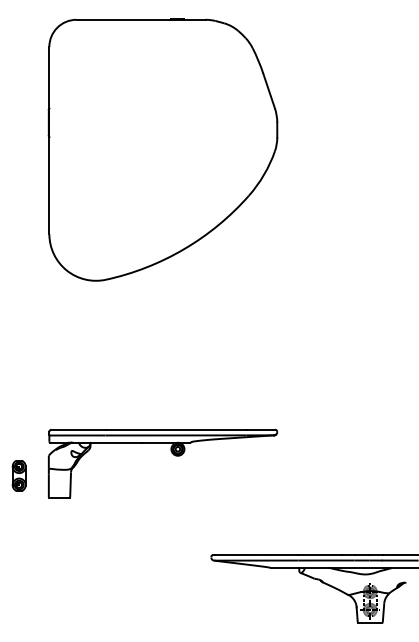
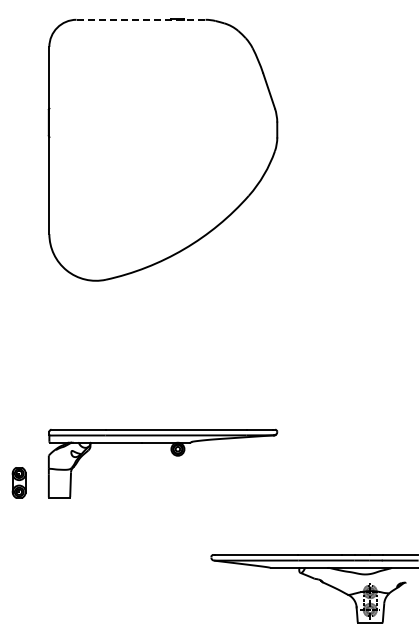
line at (141, 19): solid -> dashed
part at (18, 475) position: (18, 475) -> (18, 482)
